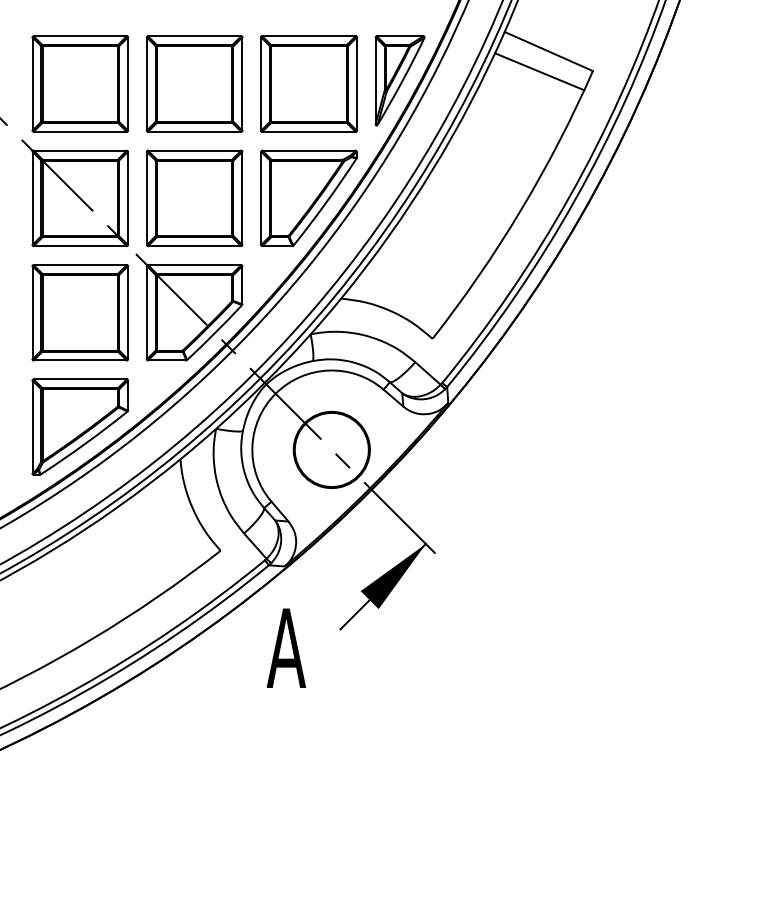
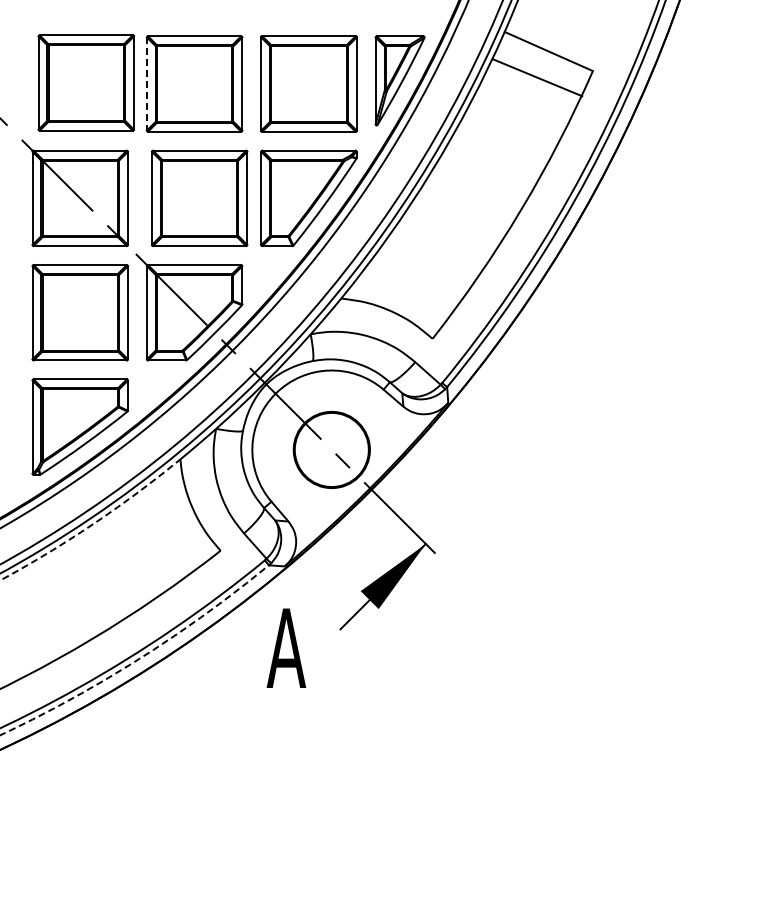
line at (539, 71) position: (539, 71) -> (537, 77)
part at (79, 83) position: (79, 83) -> (85, 82)
line at (146, 84): solid -> dashed
part at (194, 198) position: (194, 198) -> (199, 198)
arc at (93, 524): solid -> dashed
arc at (139, 658): solid -> dashed
